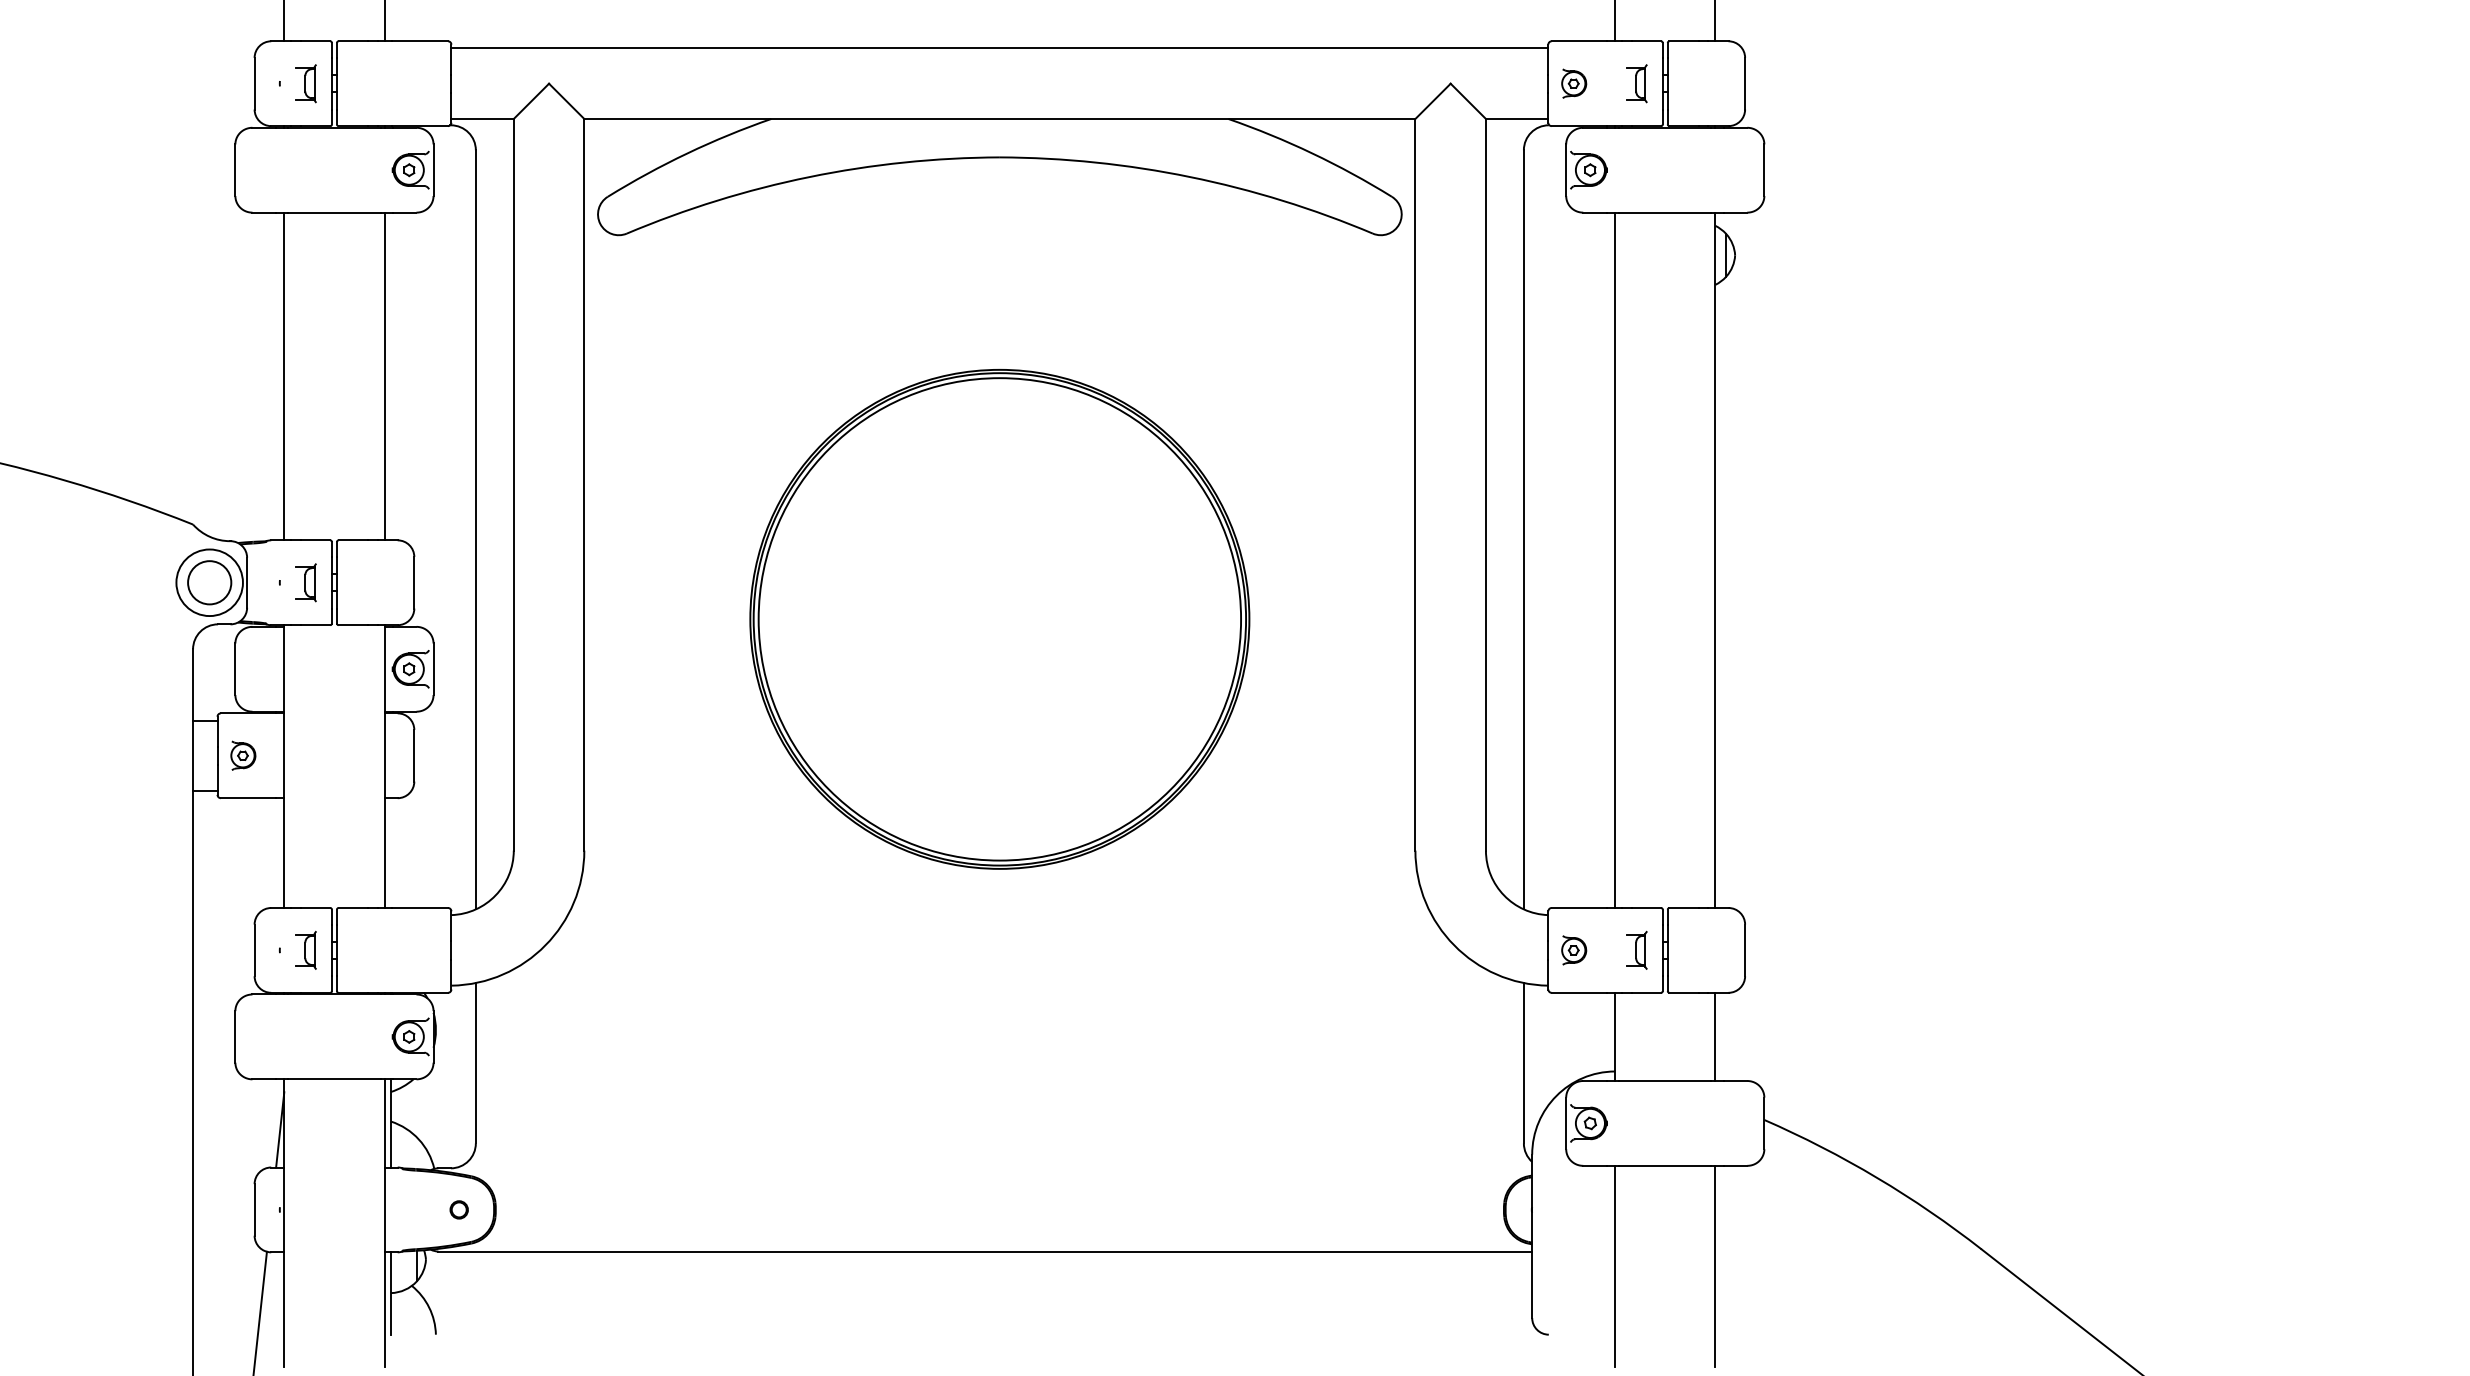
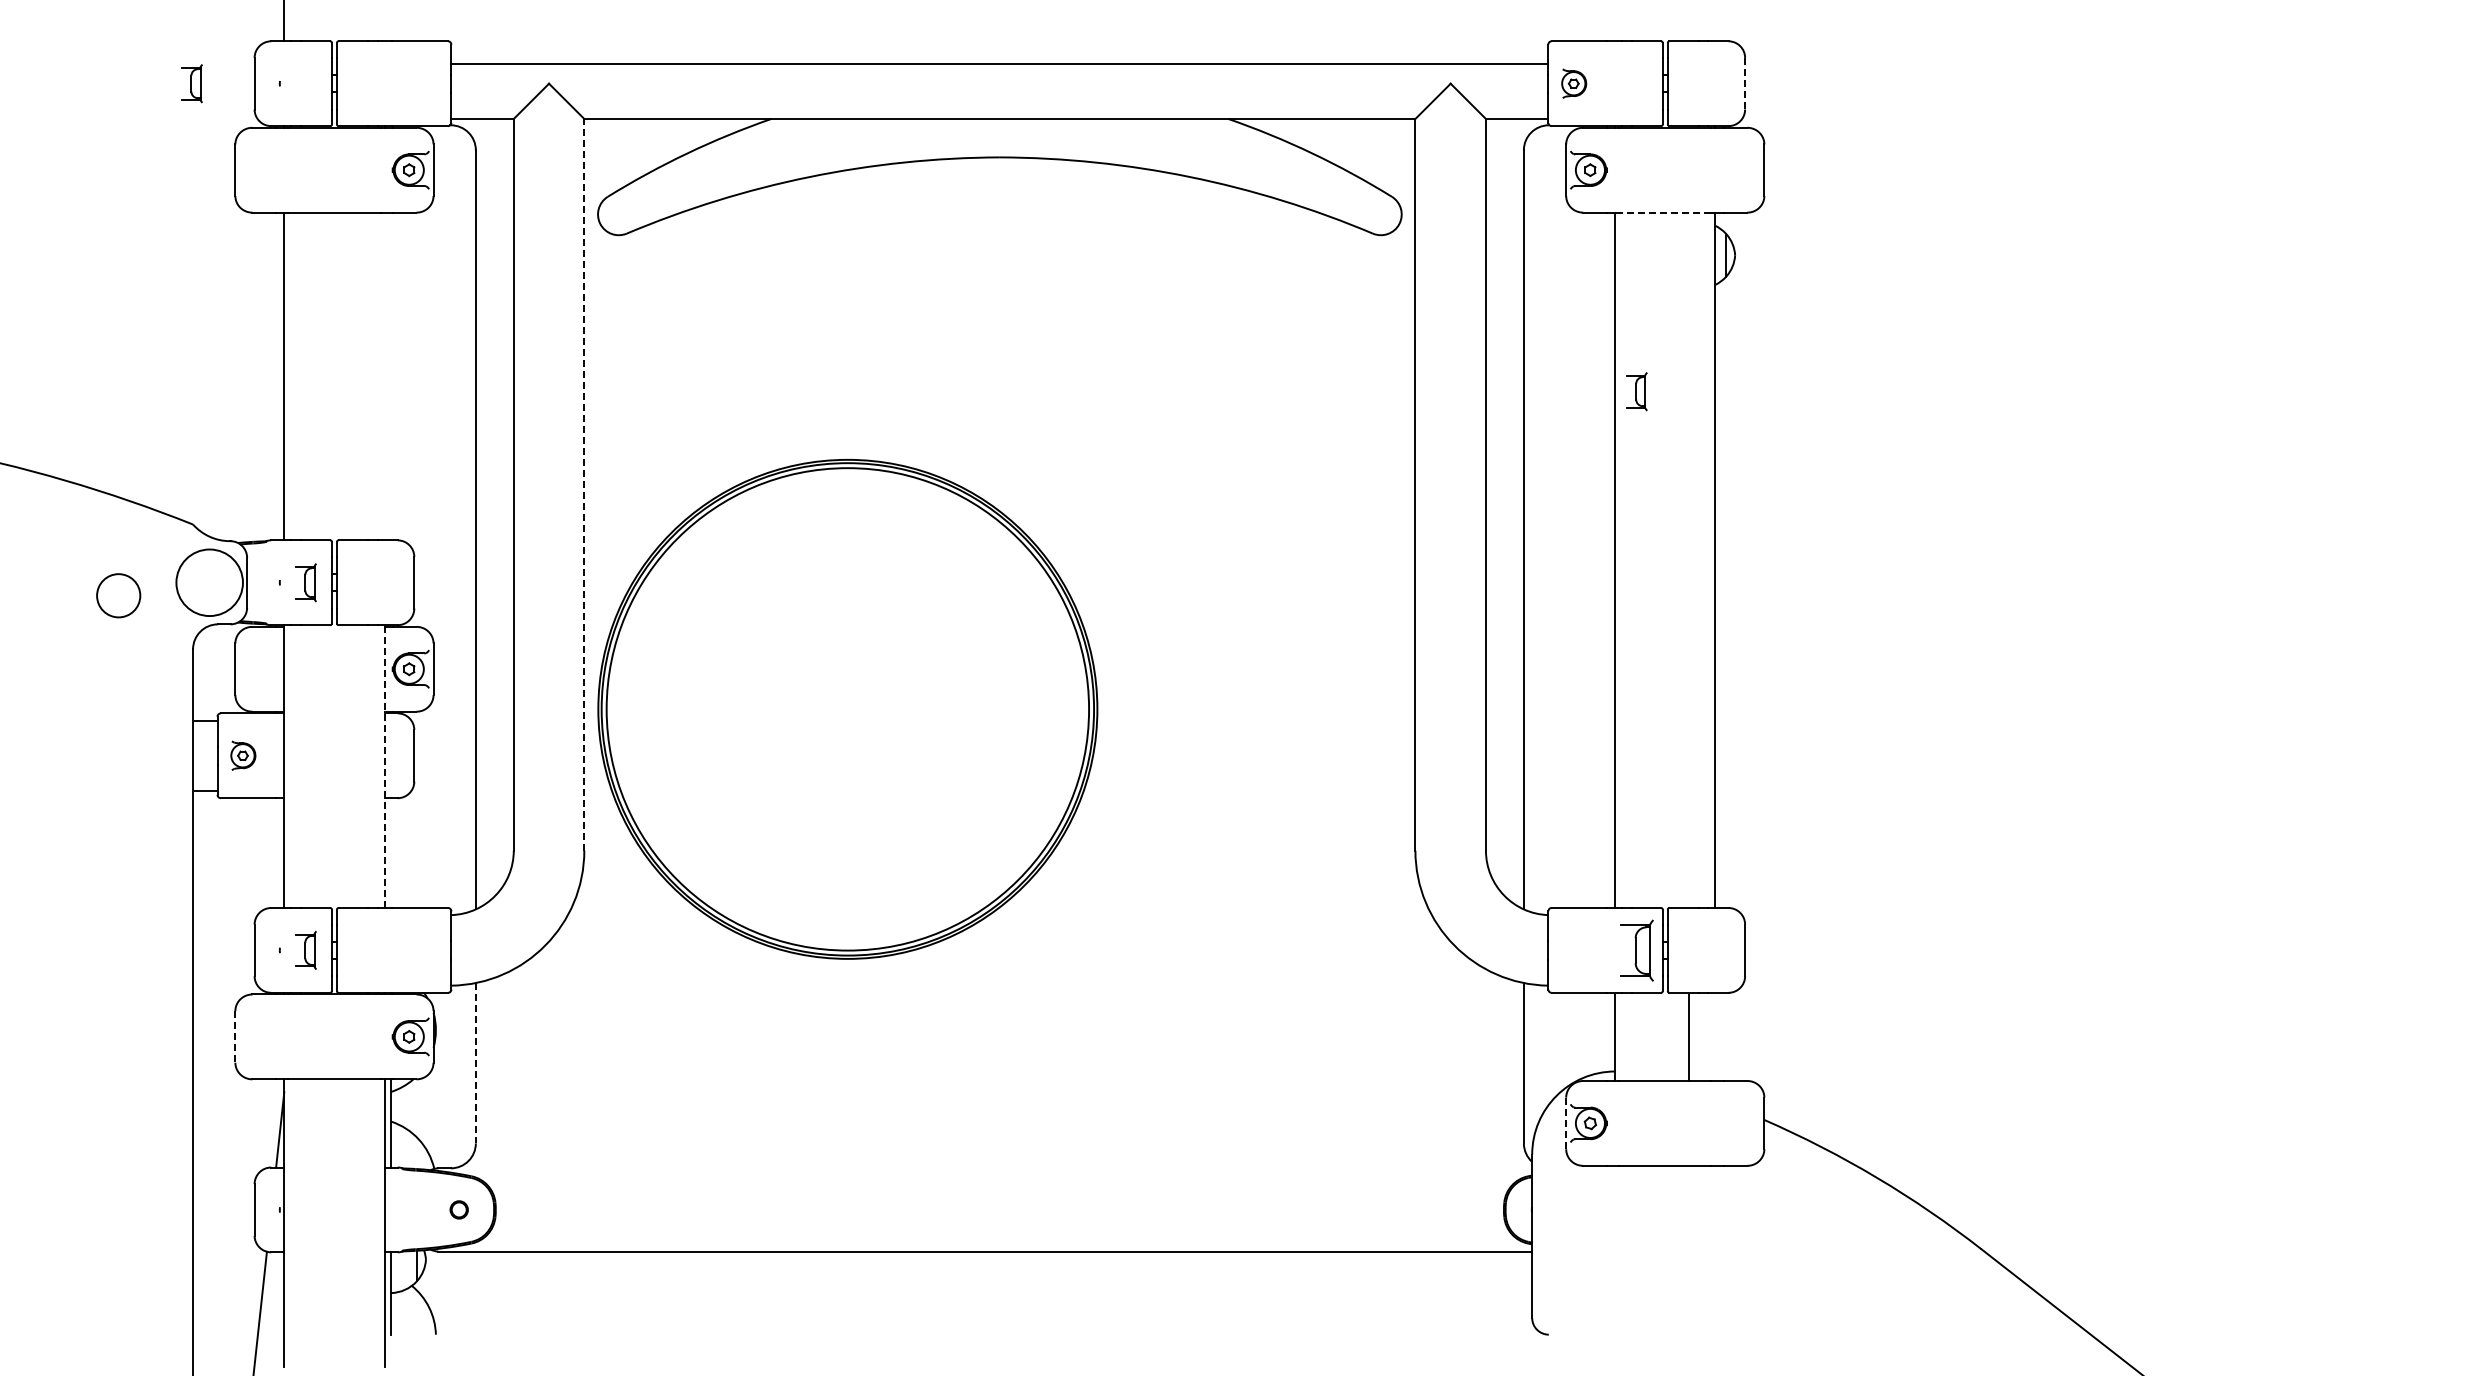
line at (384, 21): present -> none
line at (1615, 21): present -> none
line at (1715, 21): present -> none
line at (999, 48) position: (999, 48) -> (999, 64)
part at (305, 83) position: (305, 83) -> (191, 83)
part at (1636, 83) position: (1636, 83) -> (1636, 391)
line at (1745, 83): solid -> dashed
line at (1664, 212): solid -> dashed
line at (384, 376): present -> none
line at (584, 484): solid -> dashed
circle at (209, 582) position: (209, 582) -> (118, 595)
part at (999, 619) position: (999, 619) -> (847, 709)
line at (384, 766): solid -> dashed
part at (1636, 949) size: 22x40 px -> 34x63 px
part at (1574, 950): present -> none
line at (235, 1036): solid -> dashed
line at (1715, 1036) position: (1715, 1036) -> (1689, 1036)
line at (475, 1063): solid -> dashed
line at (1566, 1123): solid -> dashed
line at (1615, 1266): present -> none
line at (1715, 1266): present -> none
